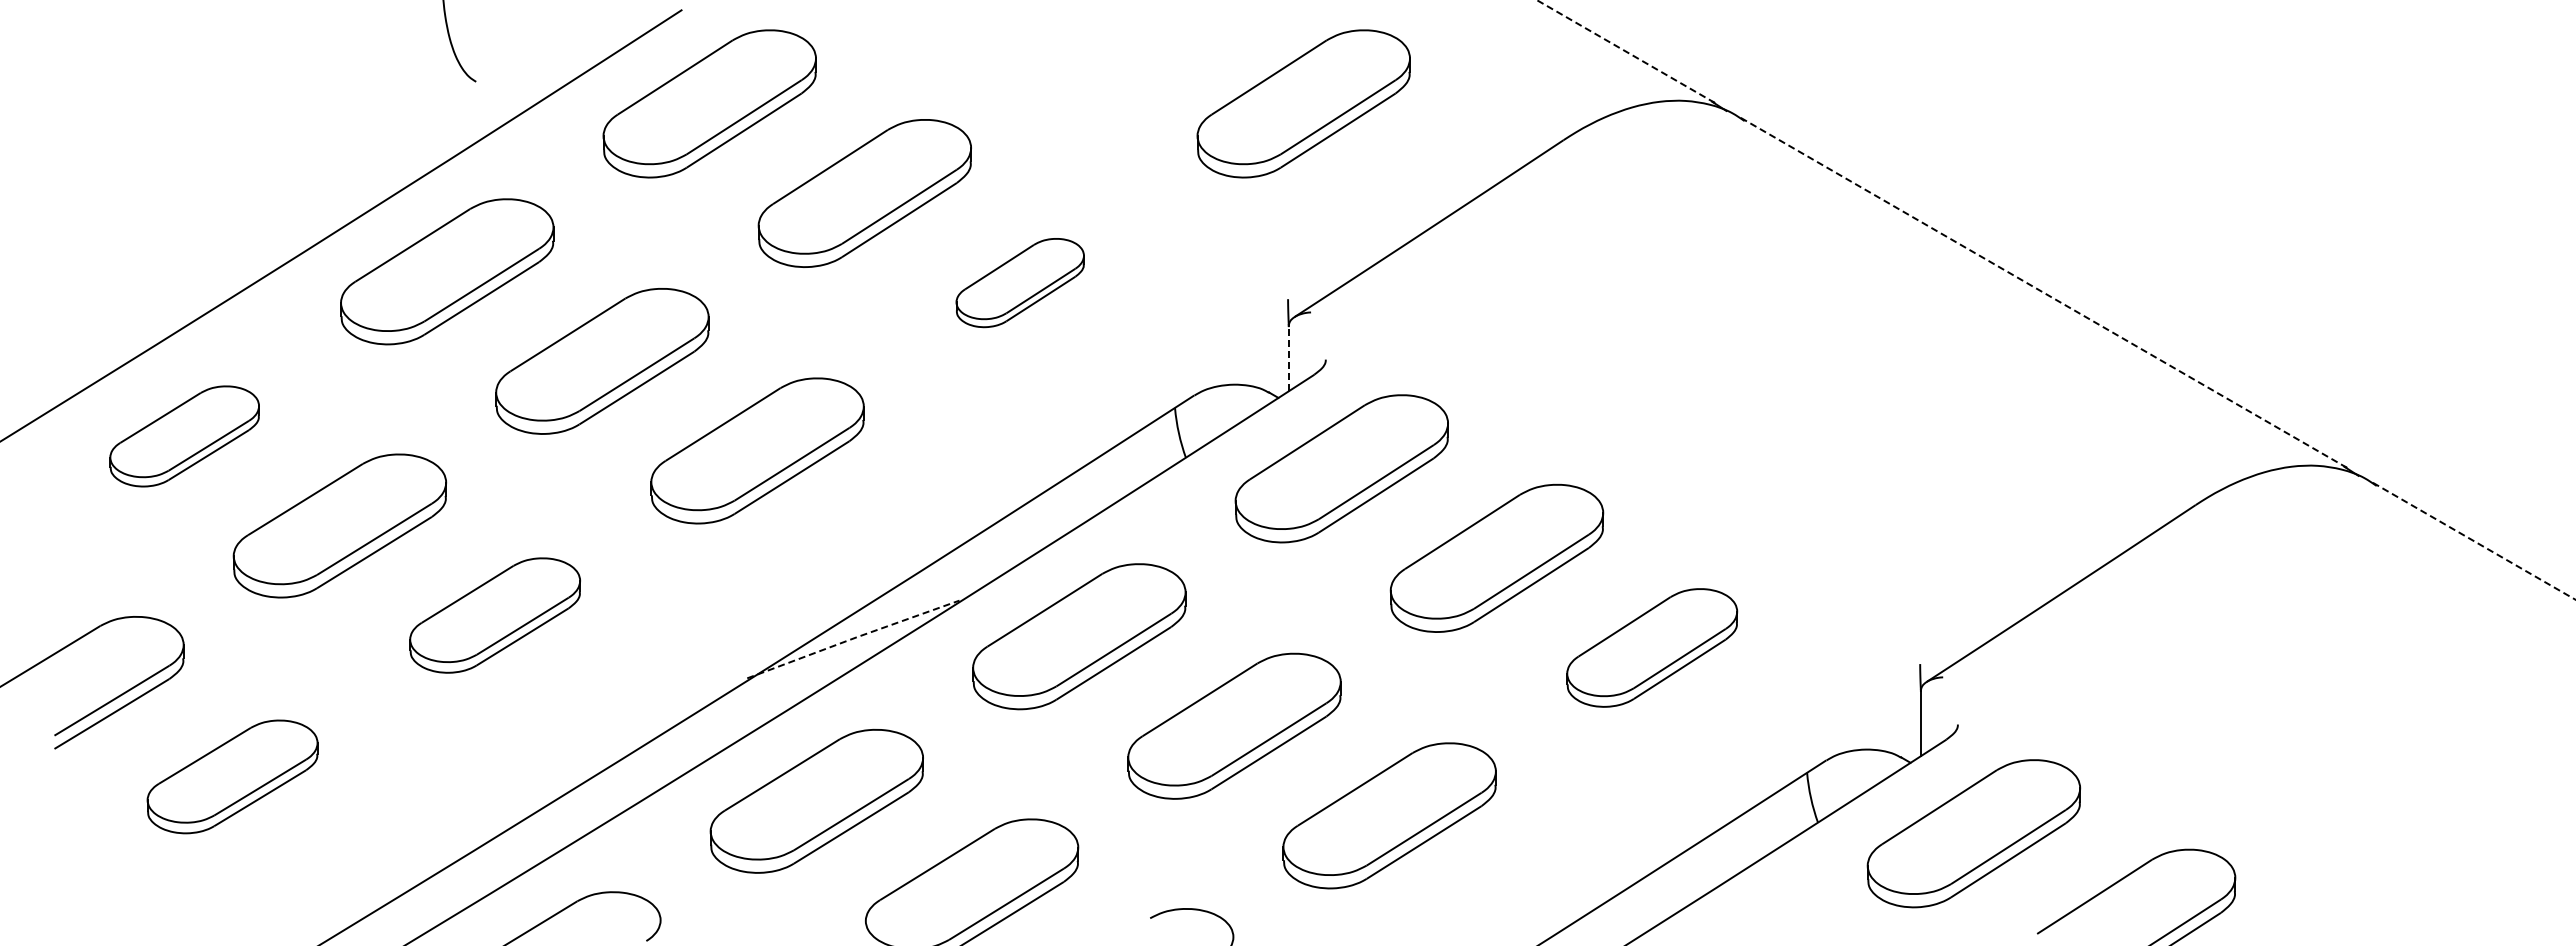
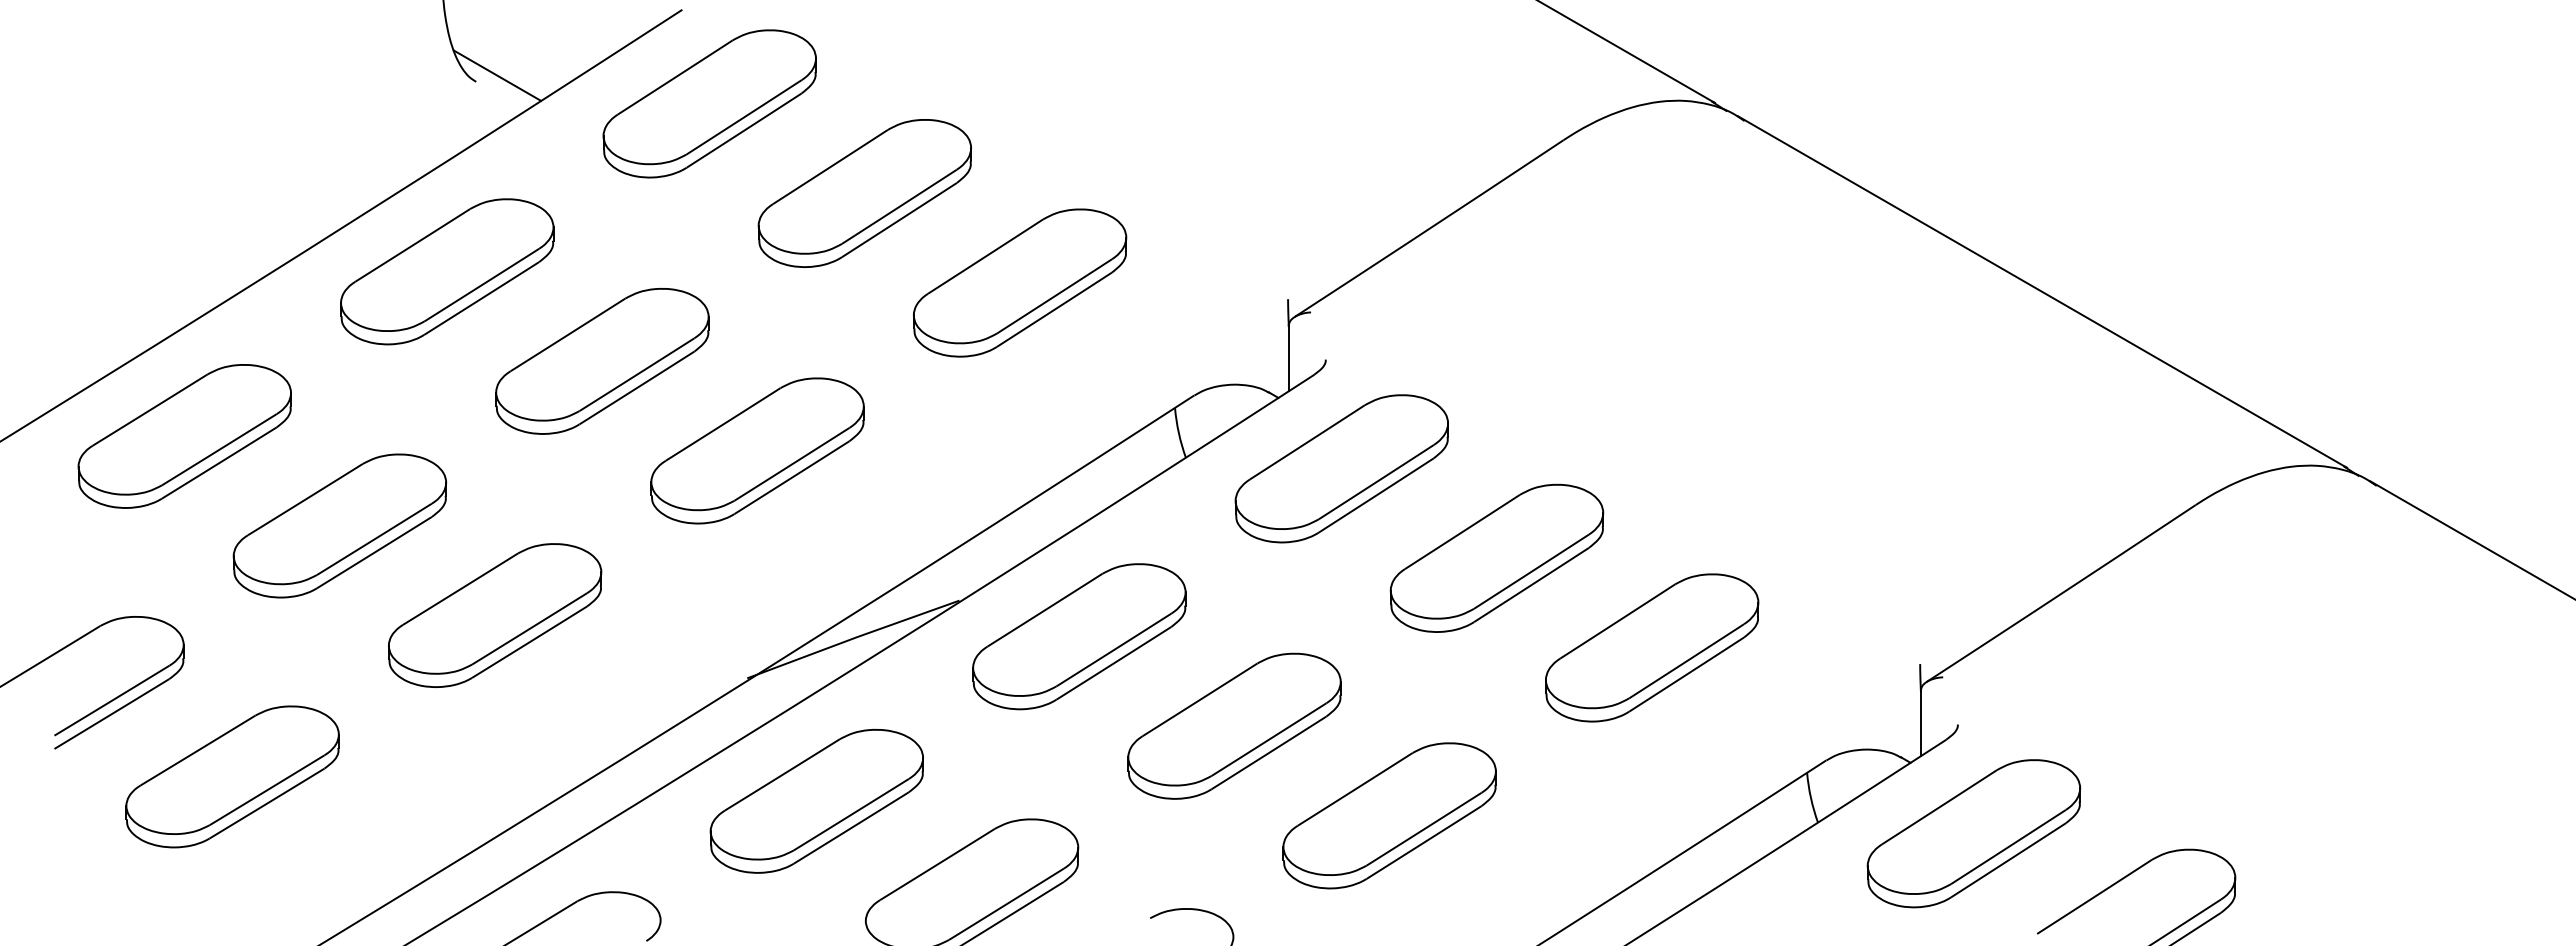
line at (1625, 51): dashed -> solid
line at (497, 75): none -> present
part at (1303, 103): present -> none
part at (1019, 283) size: 130x91 px -> 215x150 px
line at (2042, 292): dashed -> solid
line at (1288, 358): dashed -> solid
part at (184, 436) size: 151x103 px -> 215x145 px
line at (2473, 540): dashed -> solid
part at (494, 615) size: 172x117 px -> 215x145 px
line at (853, 638): dashed -> solid
part at (1652, 647) size: 173x120 px -> 215x150 px
part at (232, 776) size: 173x116 px -> 215x144 px
